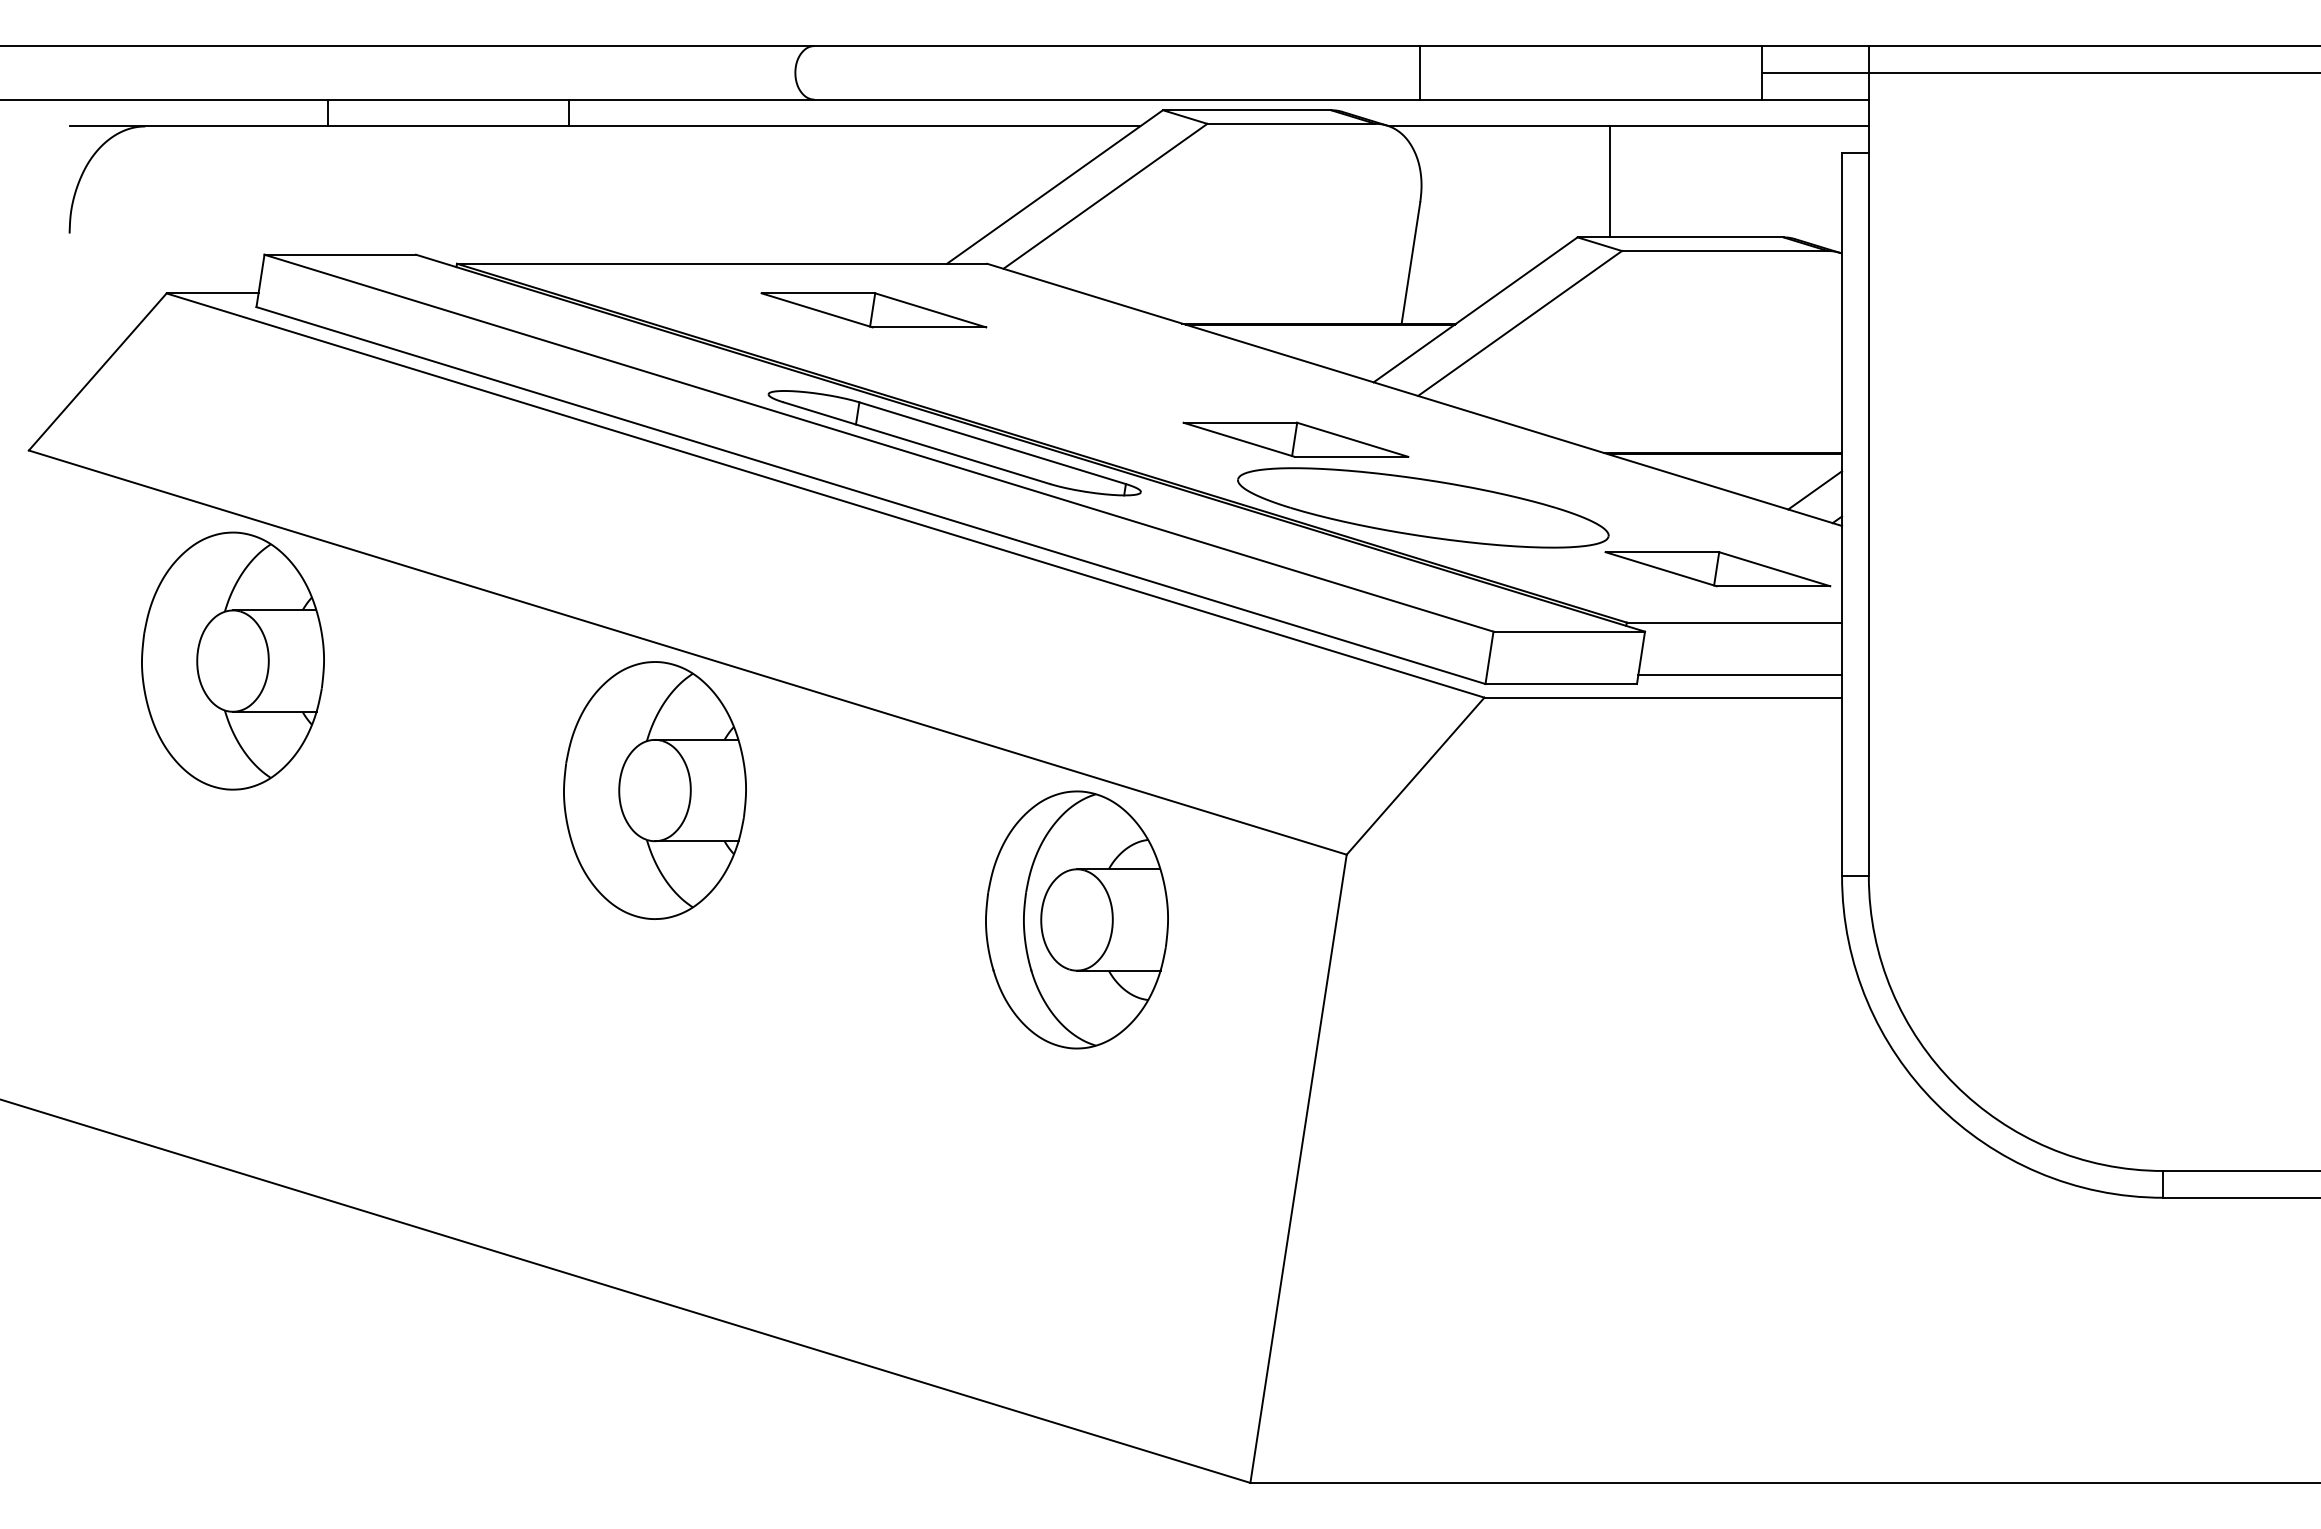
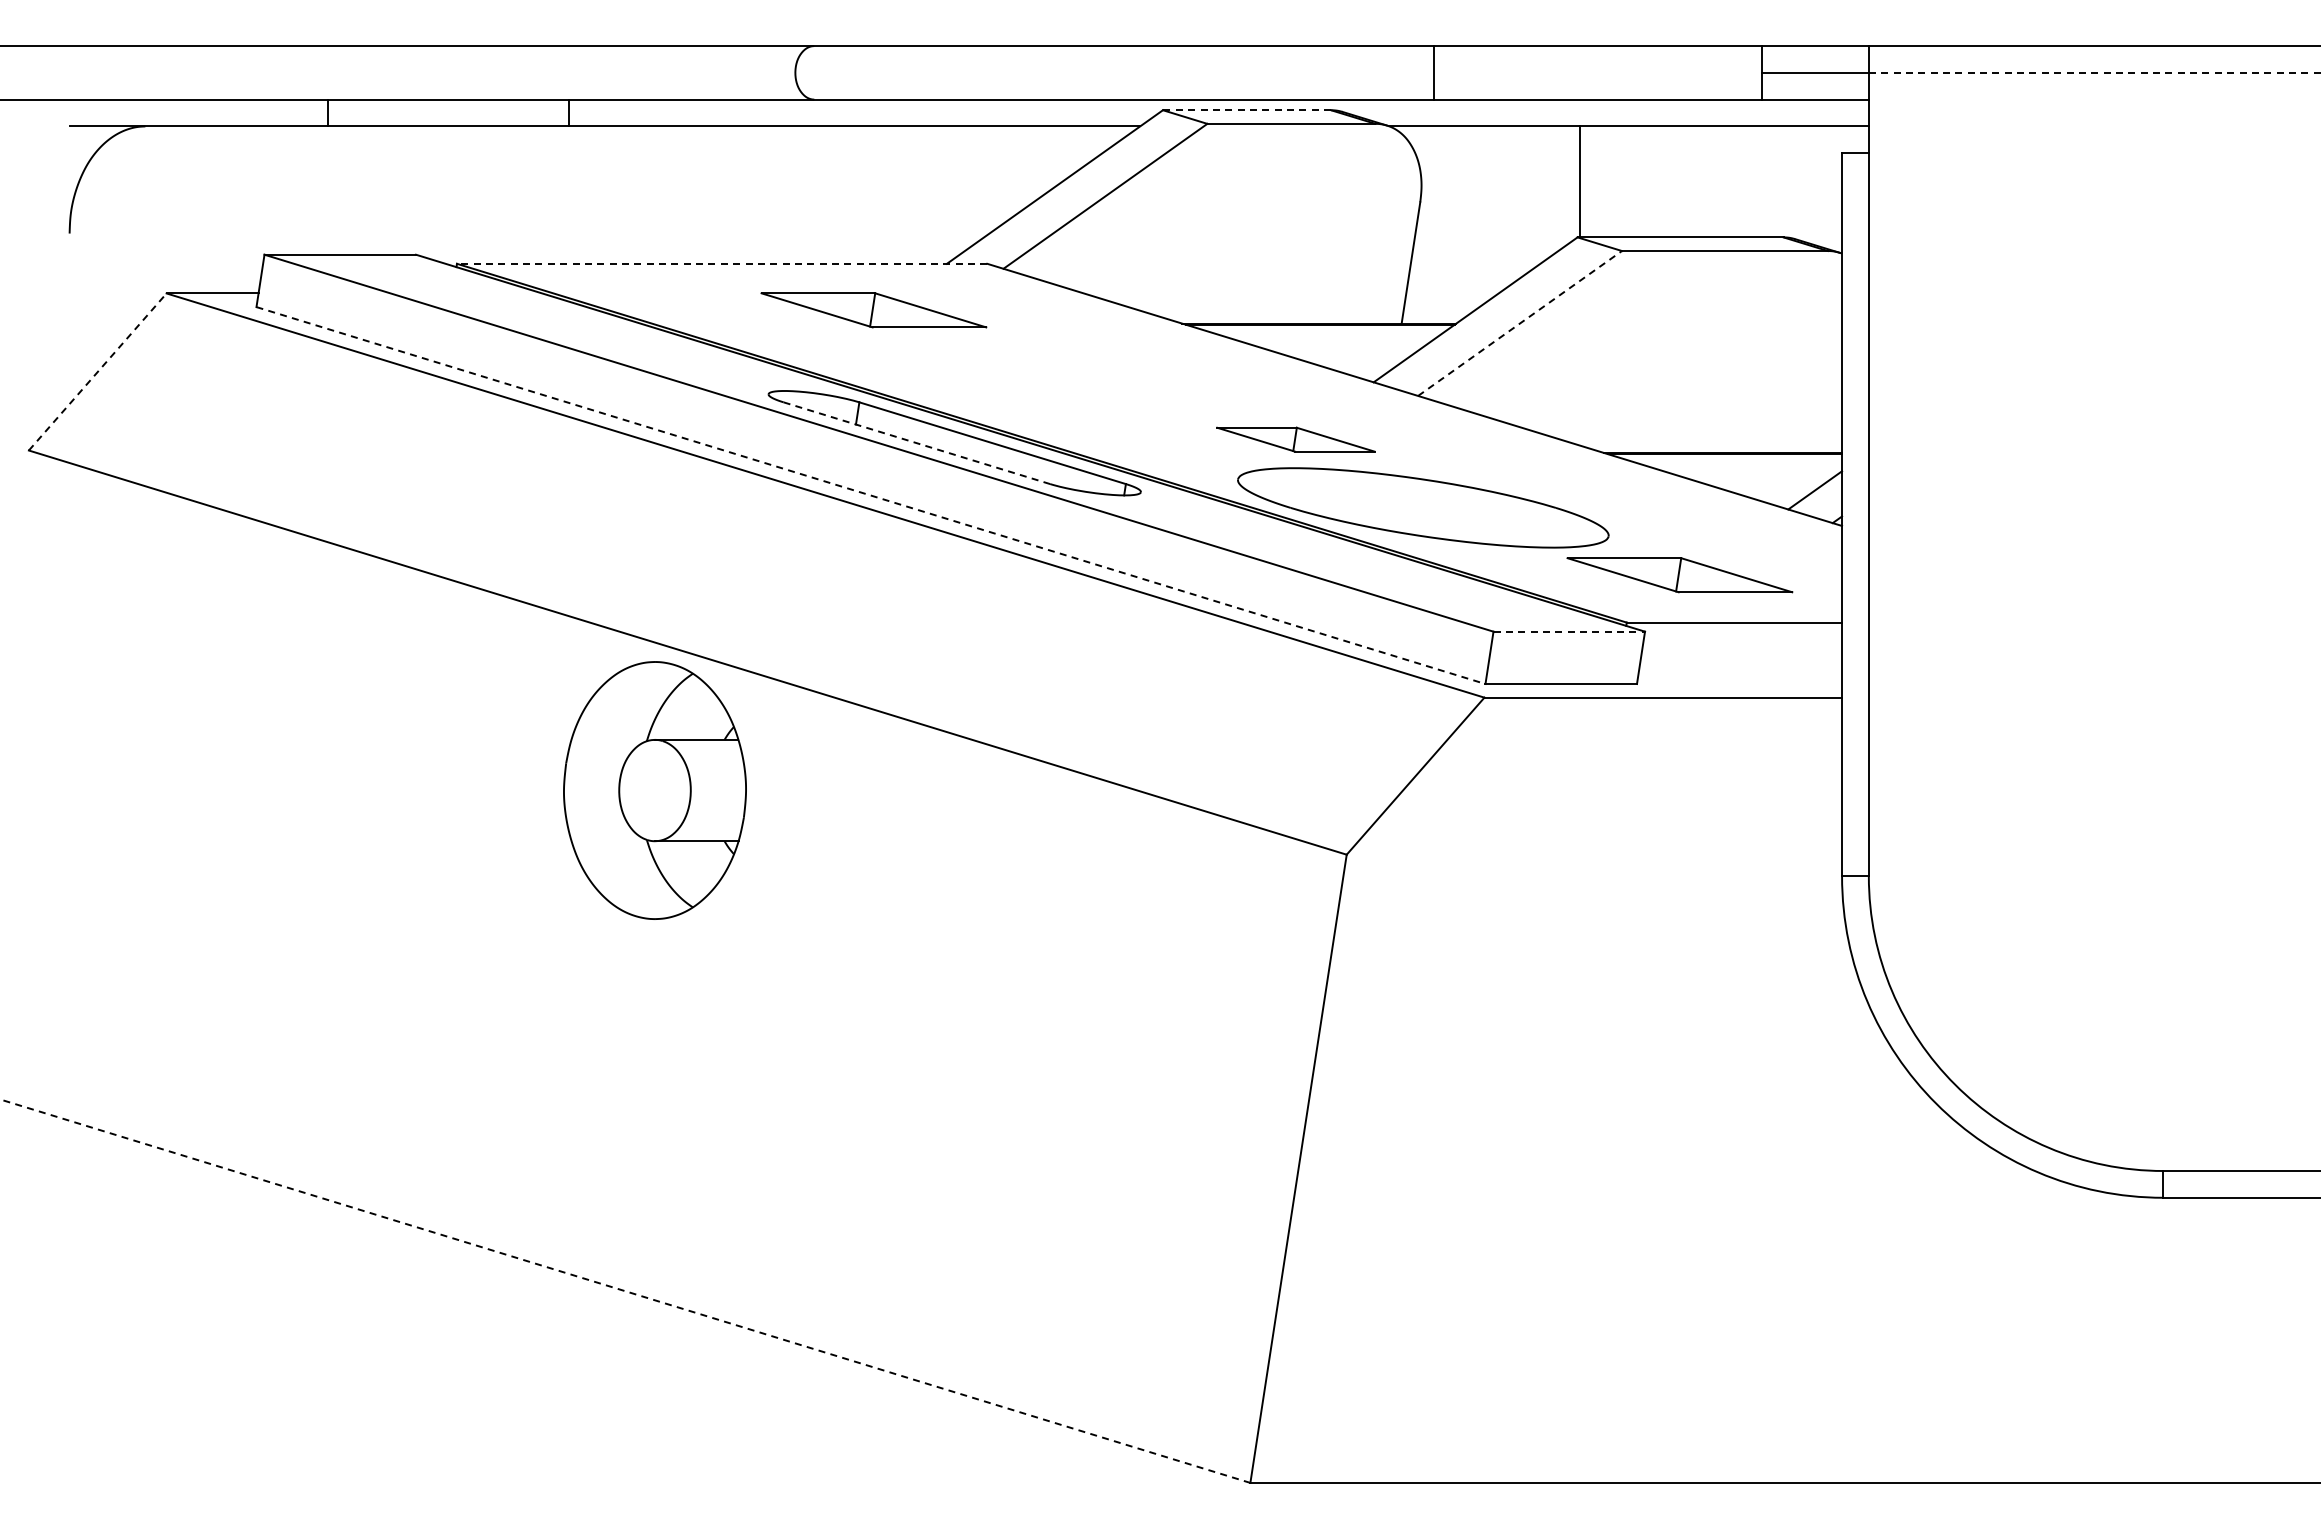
line at (1420, 72) position: (1420, 72) -> (1434, 72)
line at (2094, 72): solid -> dashed
line at (1246, 110): solid -> dashed
line at (1610, 181) position: (1610, 181) -> (1580, 181)
line at (721, 263): solid -> dashed
line at (1520, 323): solid -> dashed
line at (98, 371): solid -> dashed
part at (1295, 439) size: 228x37 px -> 160x27 px
line at (917, 443): solid -> dashed
line at (870, 495): solid -> dashed
part at (1717, 569) position: (1717, 569) -> (1679, 575)
line at (1569, 631): solid -> dashed
part at (232, 660): present -> none
line at (1740, 674): present -> none
part at (1076, 919): present -> none
line at (625, 1291): solid -> dashed
